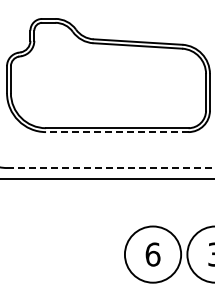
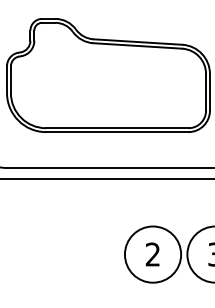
line at (116, 132): dashed -> solid
line at (110, 168): dashed -> solid
text at (152, 254): 6 -> 2
